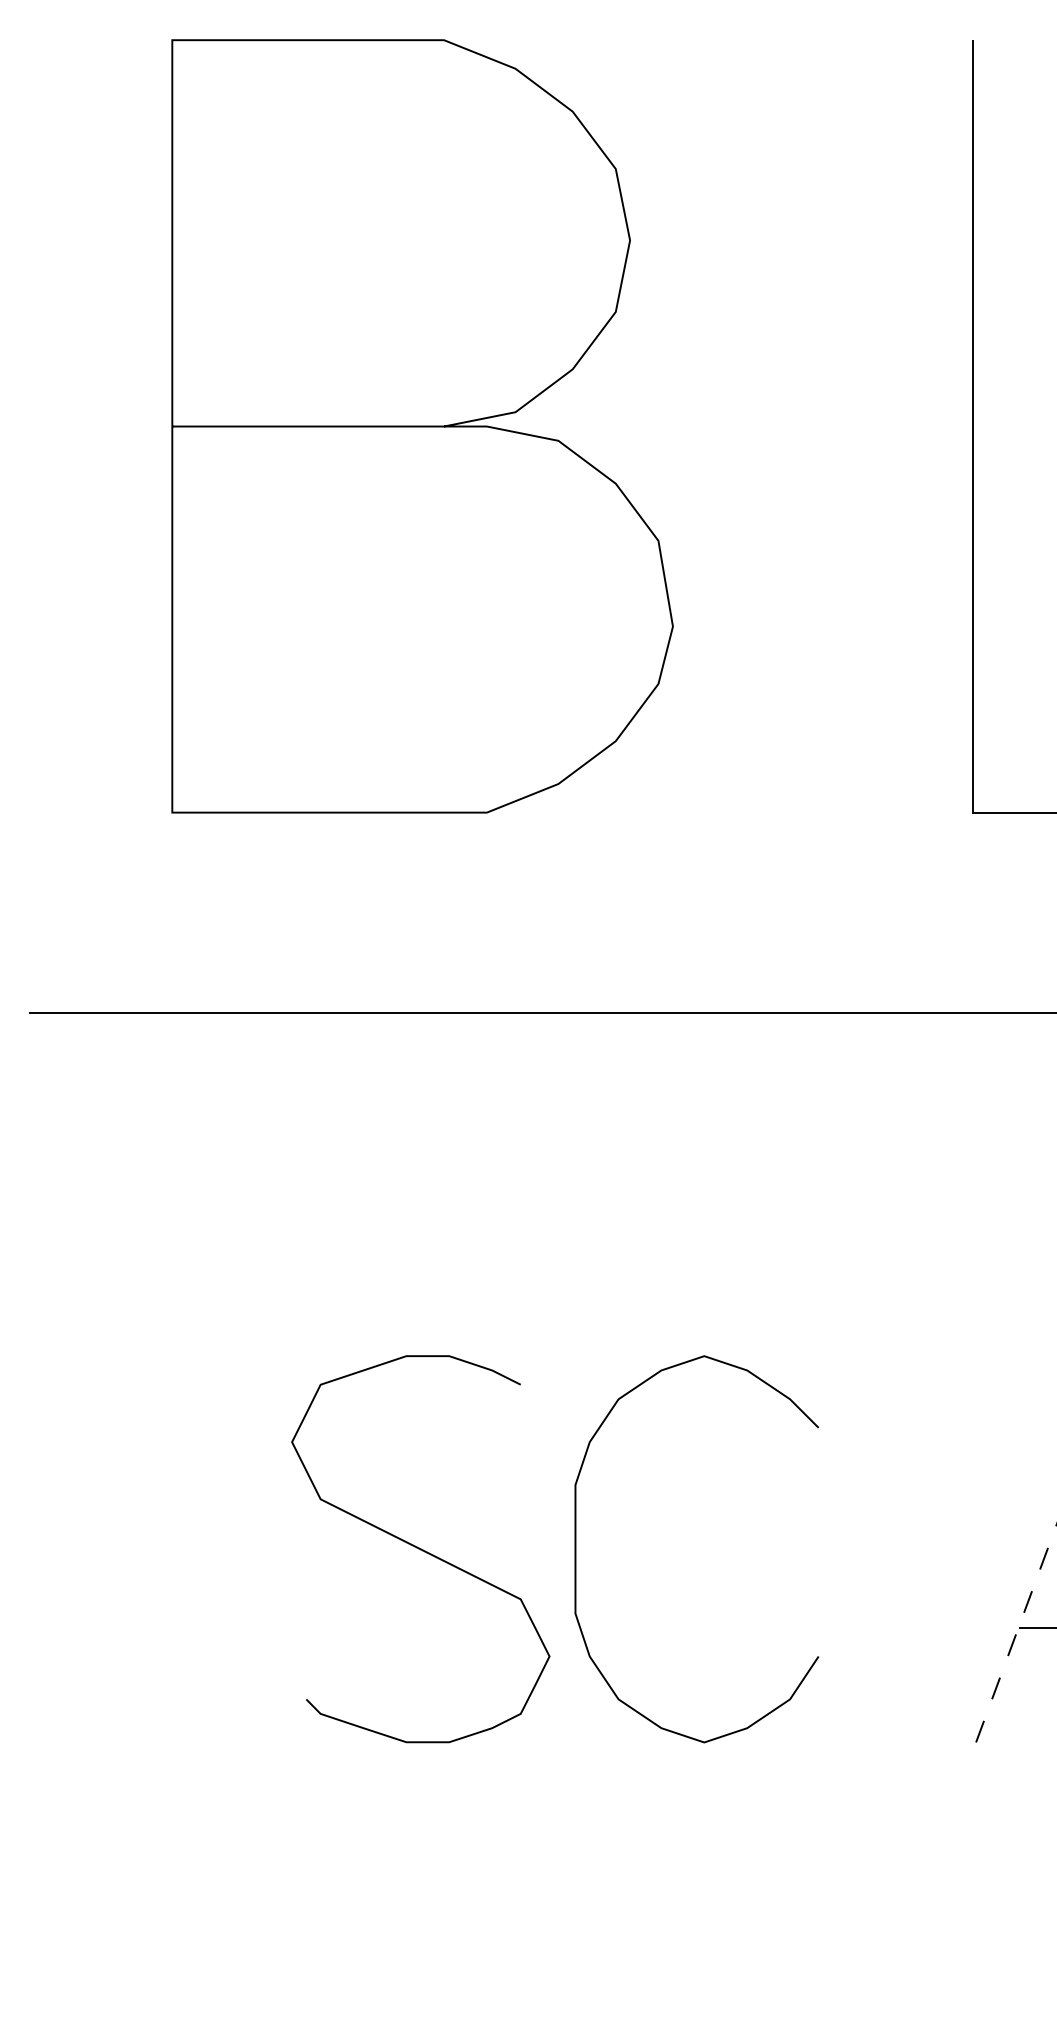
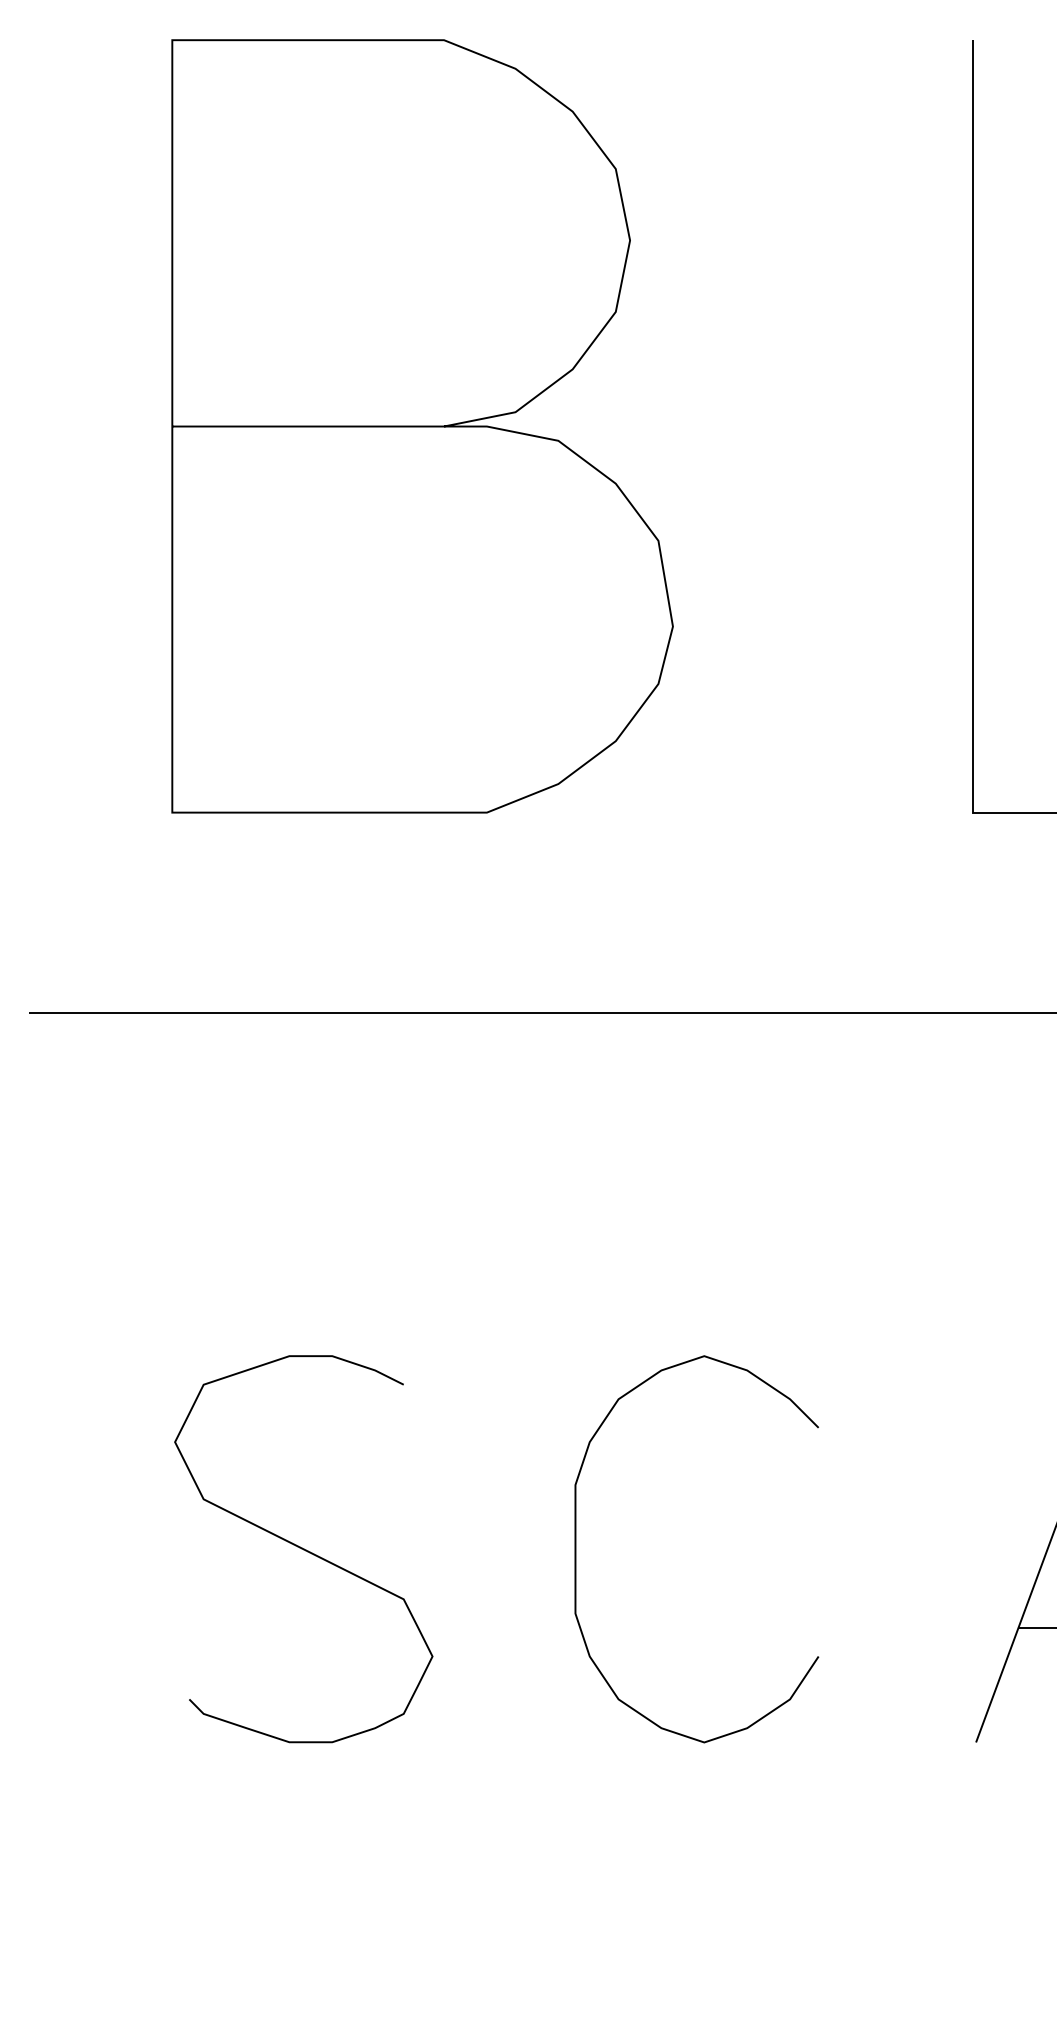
curve at (420, 1549) position: (420, 1549) -> (303, 1549)
line at (1016, 1632): dashed -> solid
